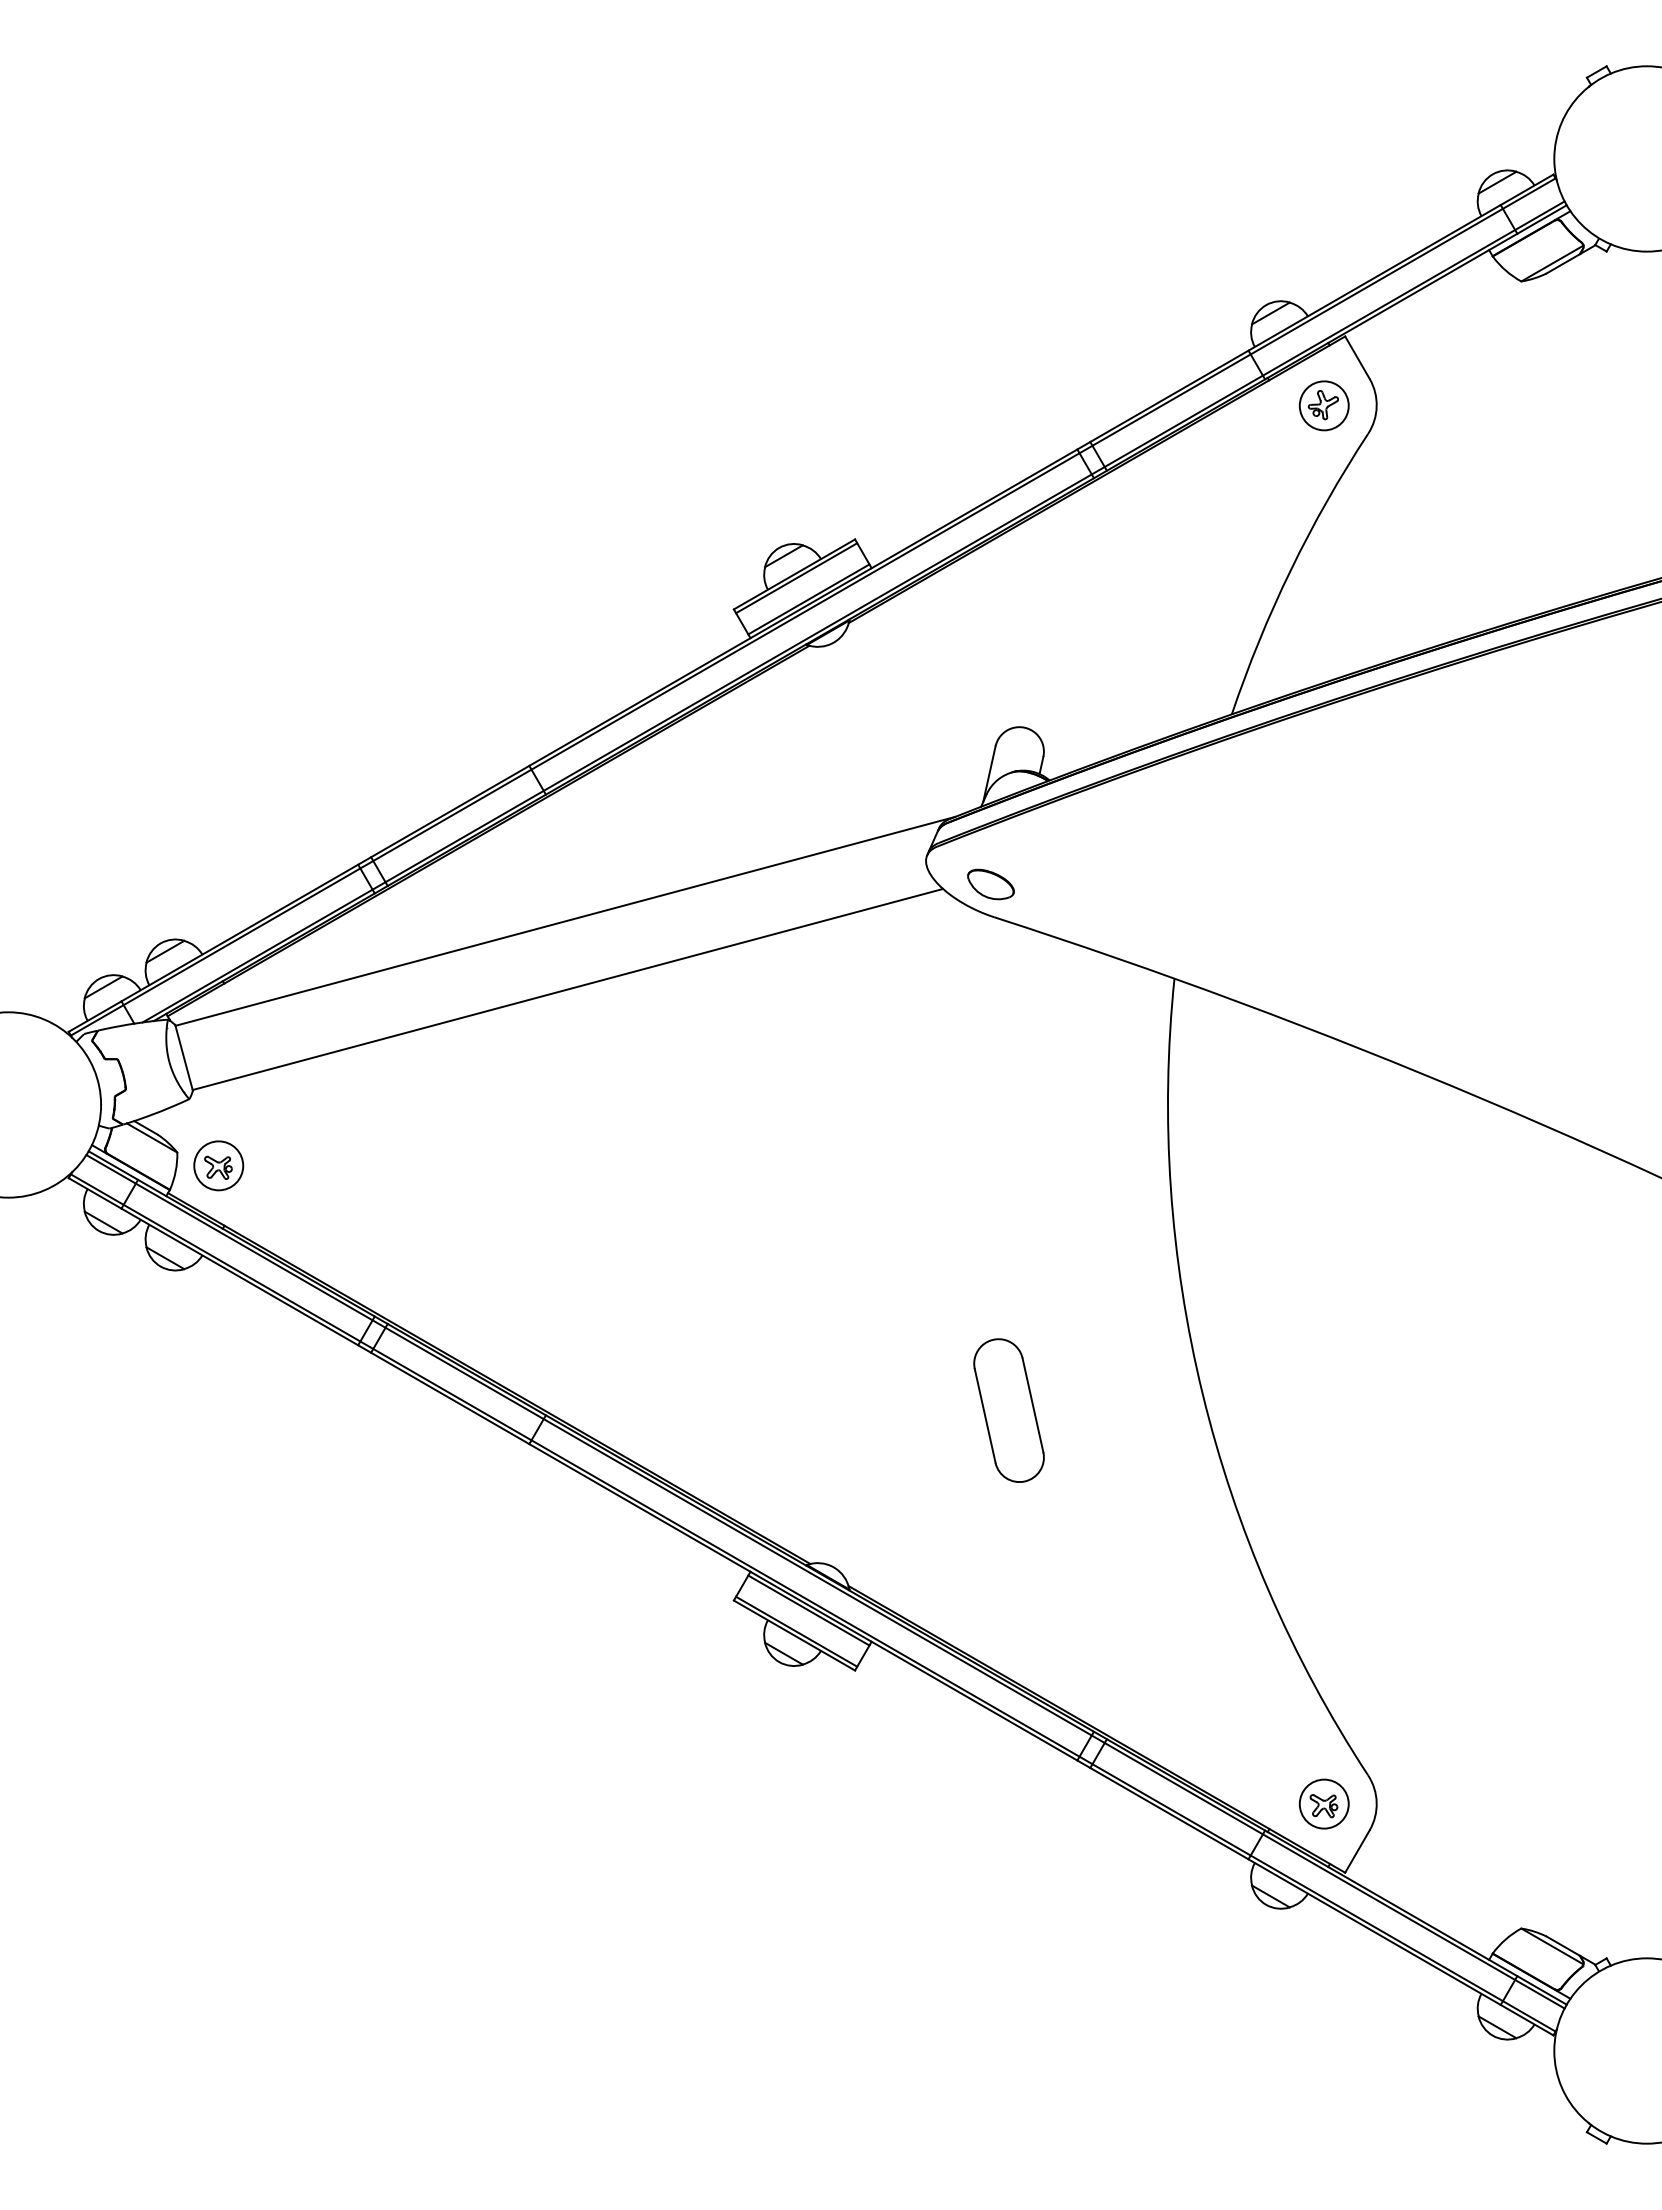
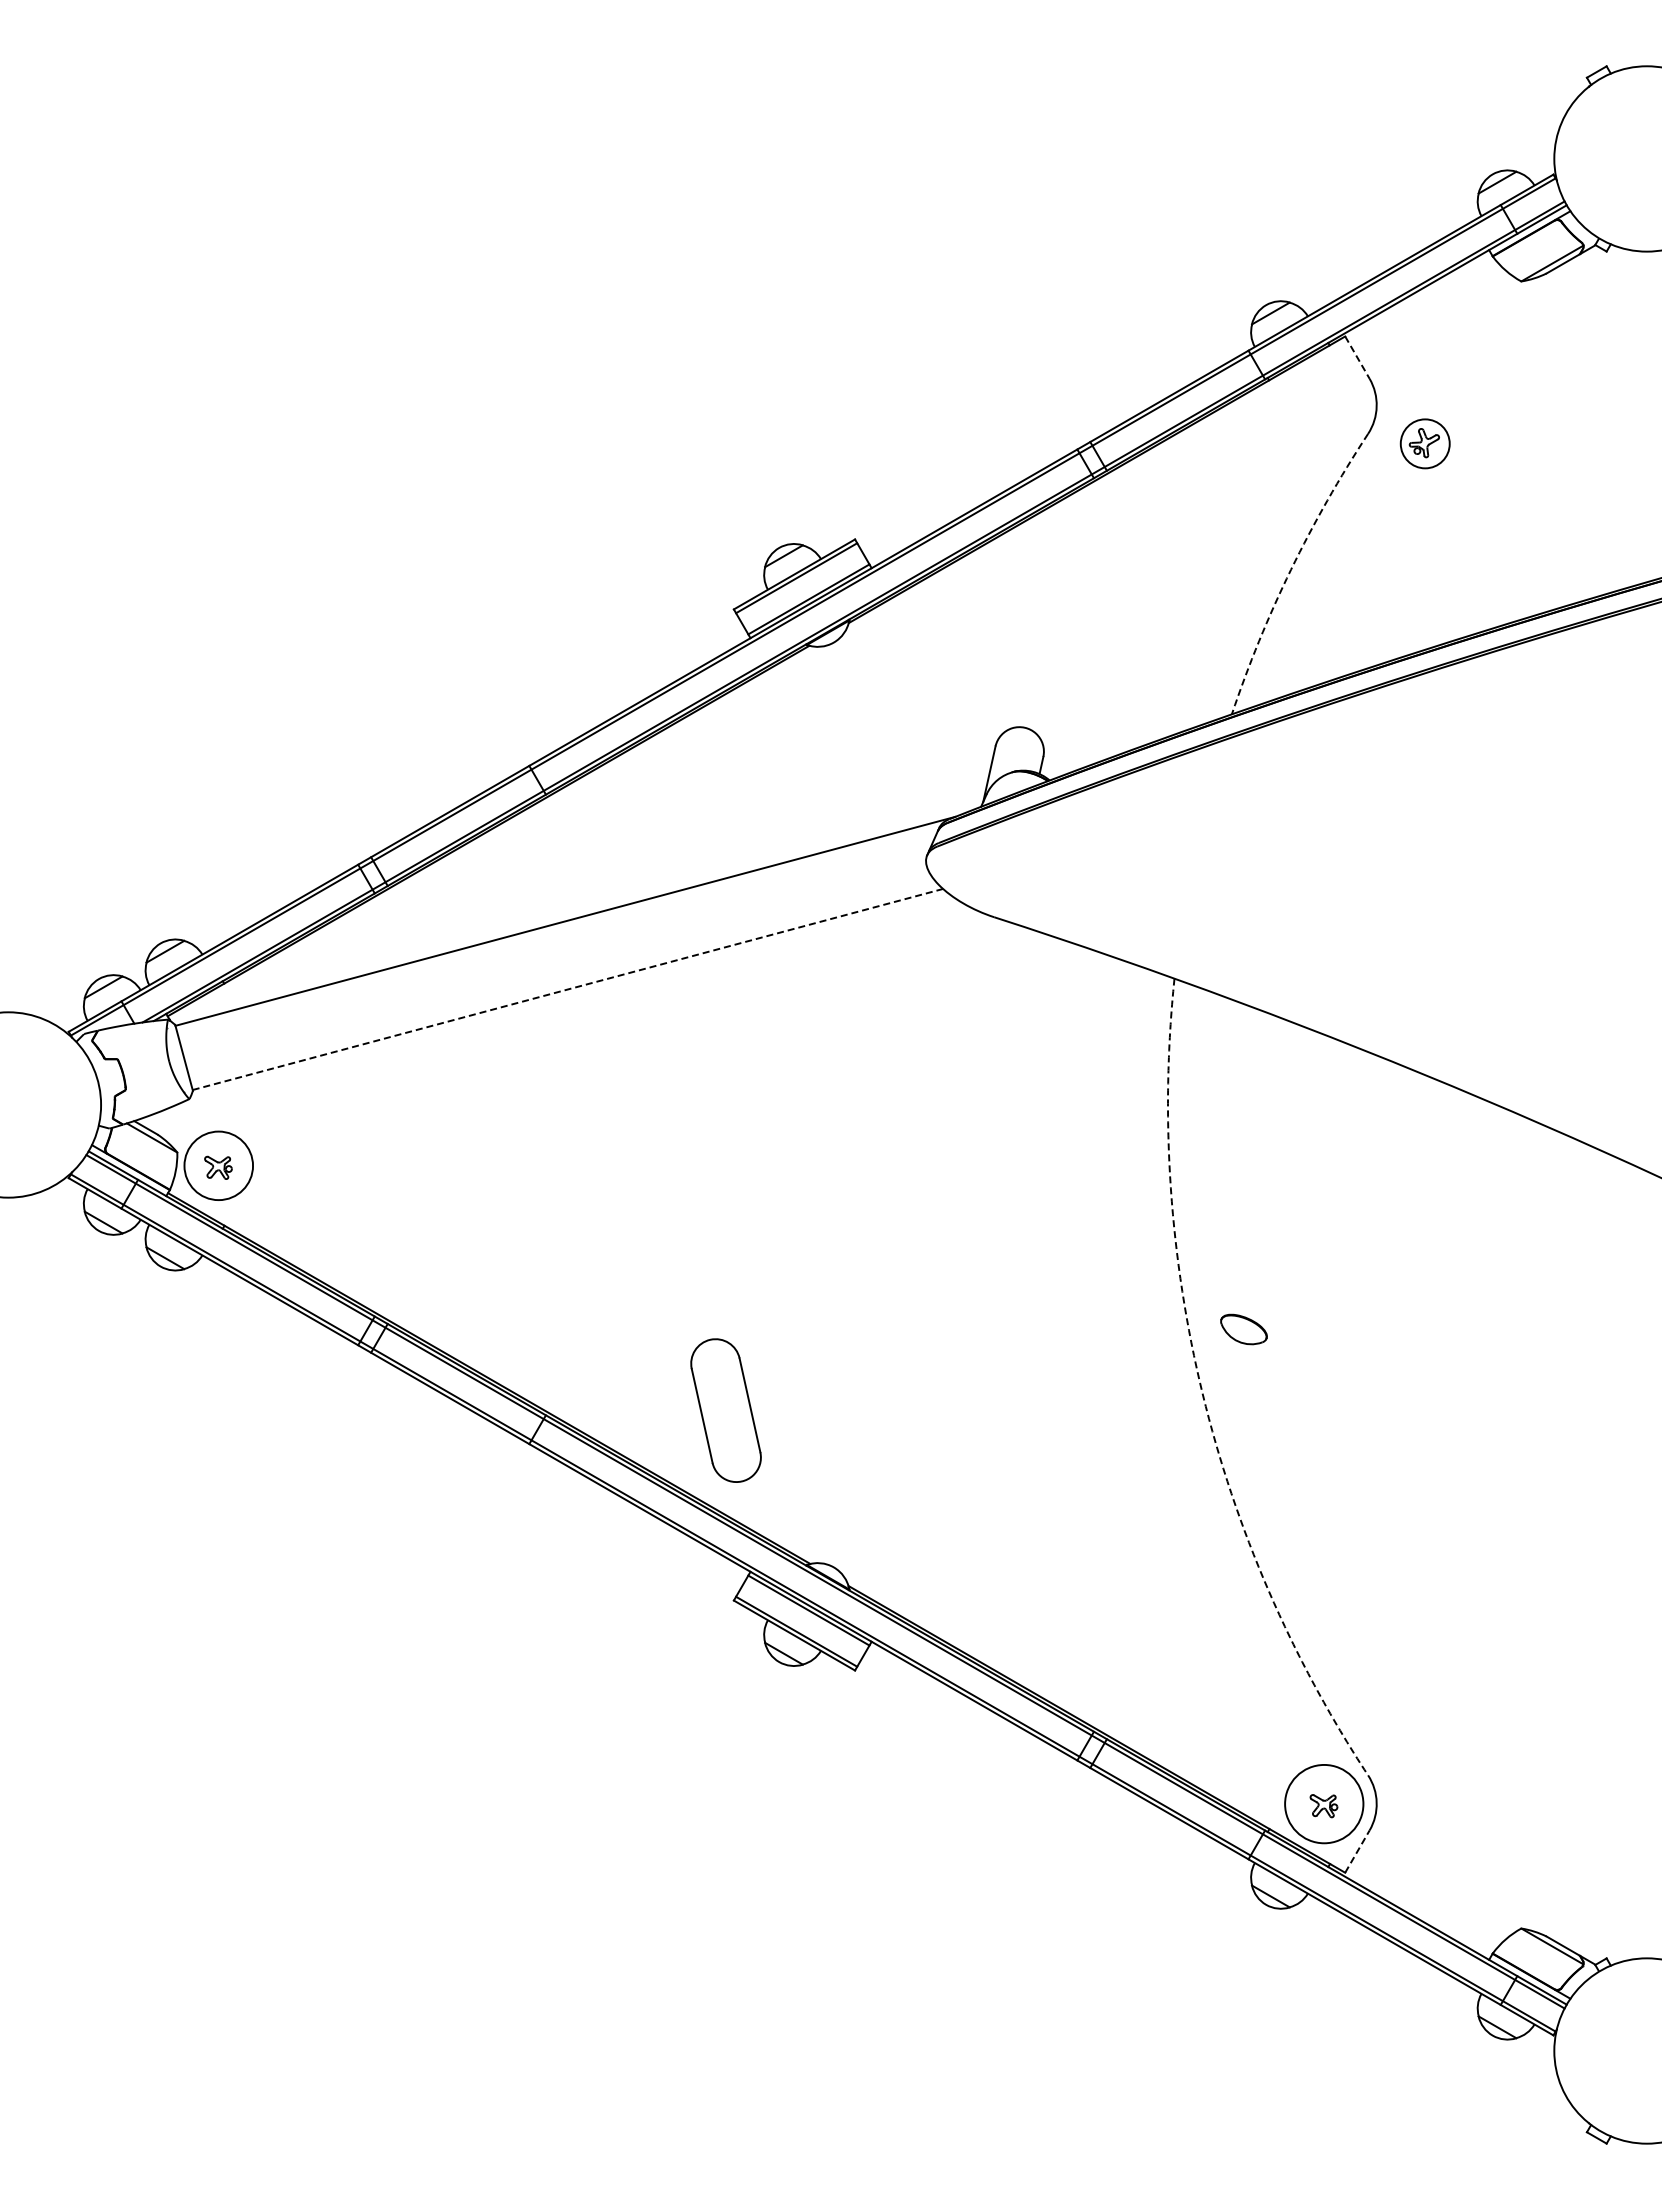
line at (1357, 358): solid -> dashed
part at (1323, 405) position: (1323, 405) -> (1424, 443)
arc at (1291, 569): solid -> dashed
part at (990, 884) position: (990, 884) -> (1243, 1329)
line at (568, 989): solid -> dashed
circle at (218, 1165) diameter: 49 px -> 69 px
arc at (1202, 1393): solid -> dashed
part at (1008, 1410) position: (1008, 1410) -> (725, 1410)
circle at (1323, 1803) diameter: 49 px -> 78 px
line at (1357, 1851): solid -> dashed
